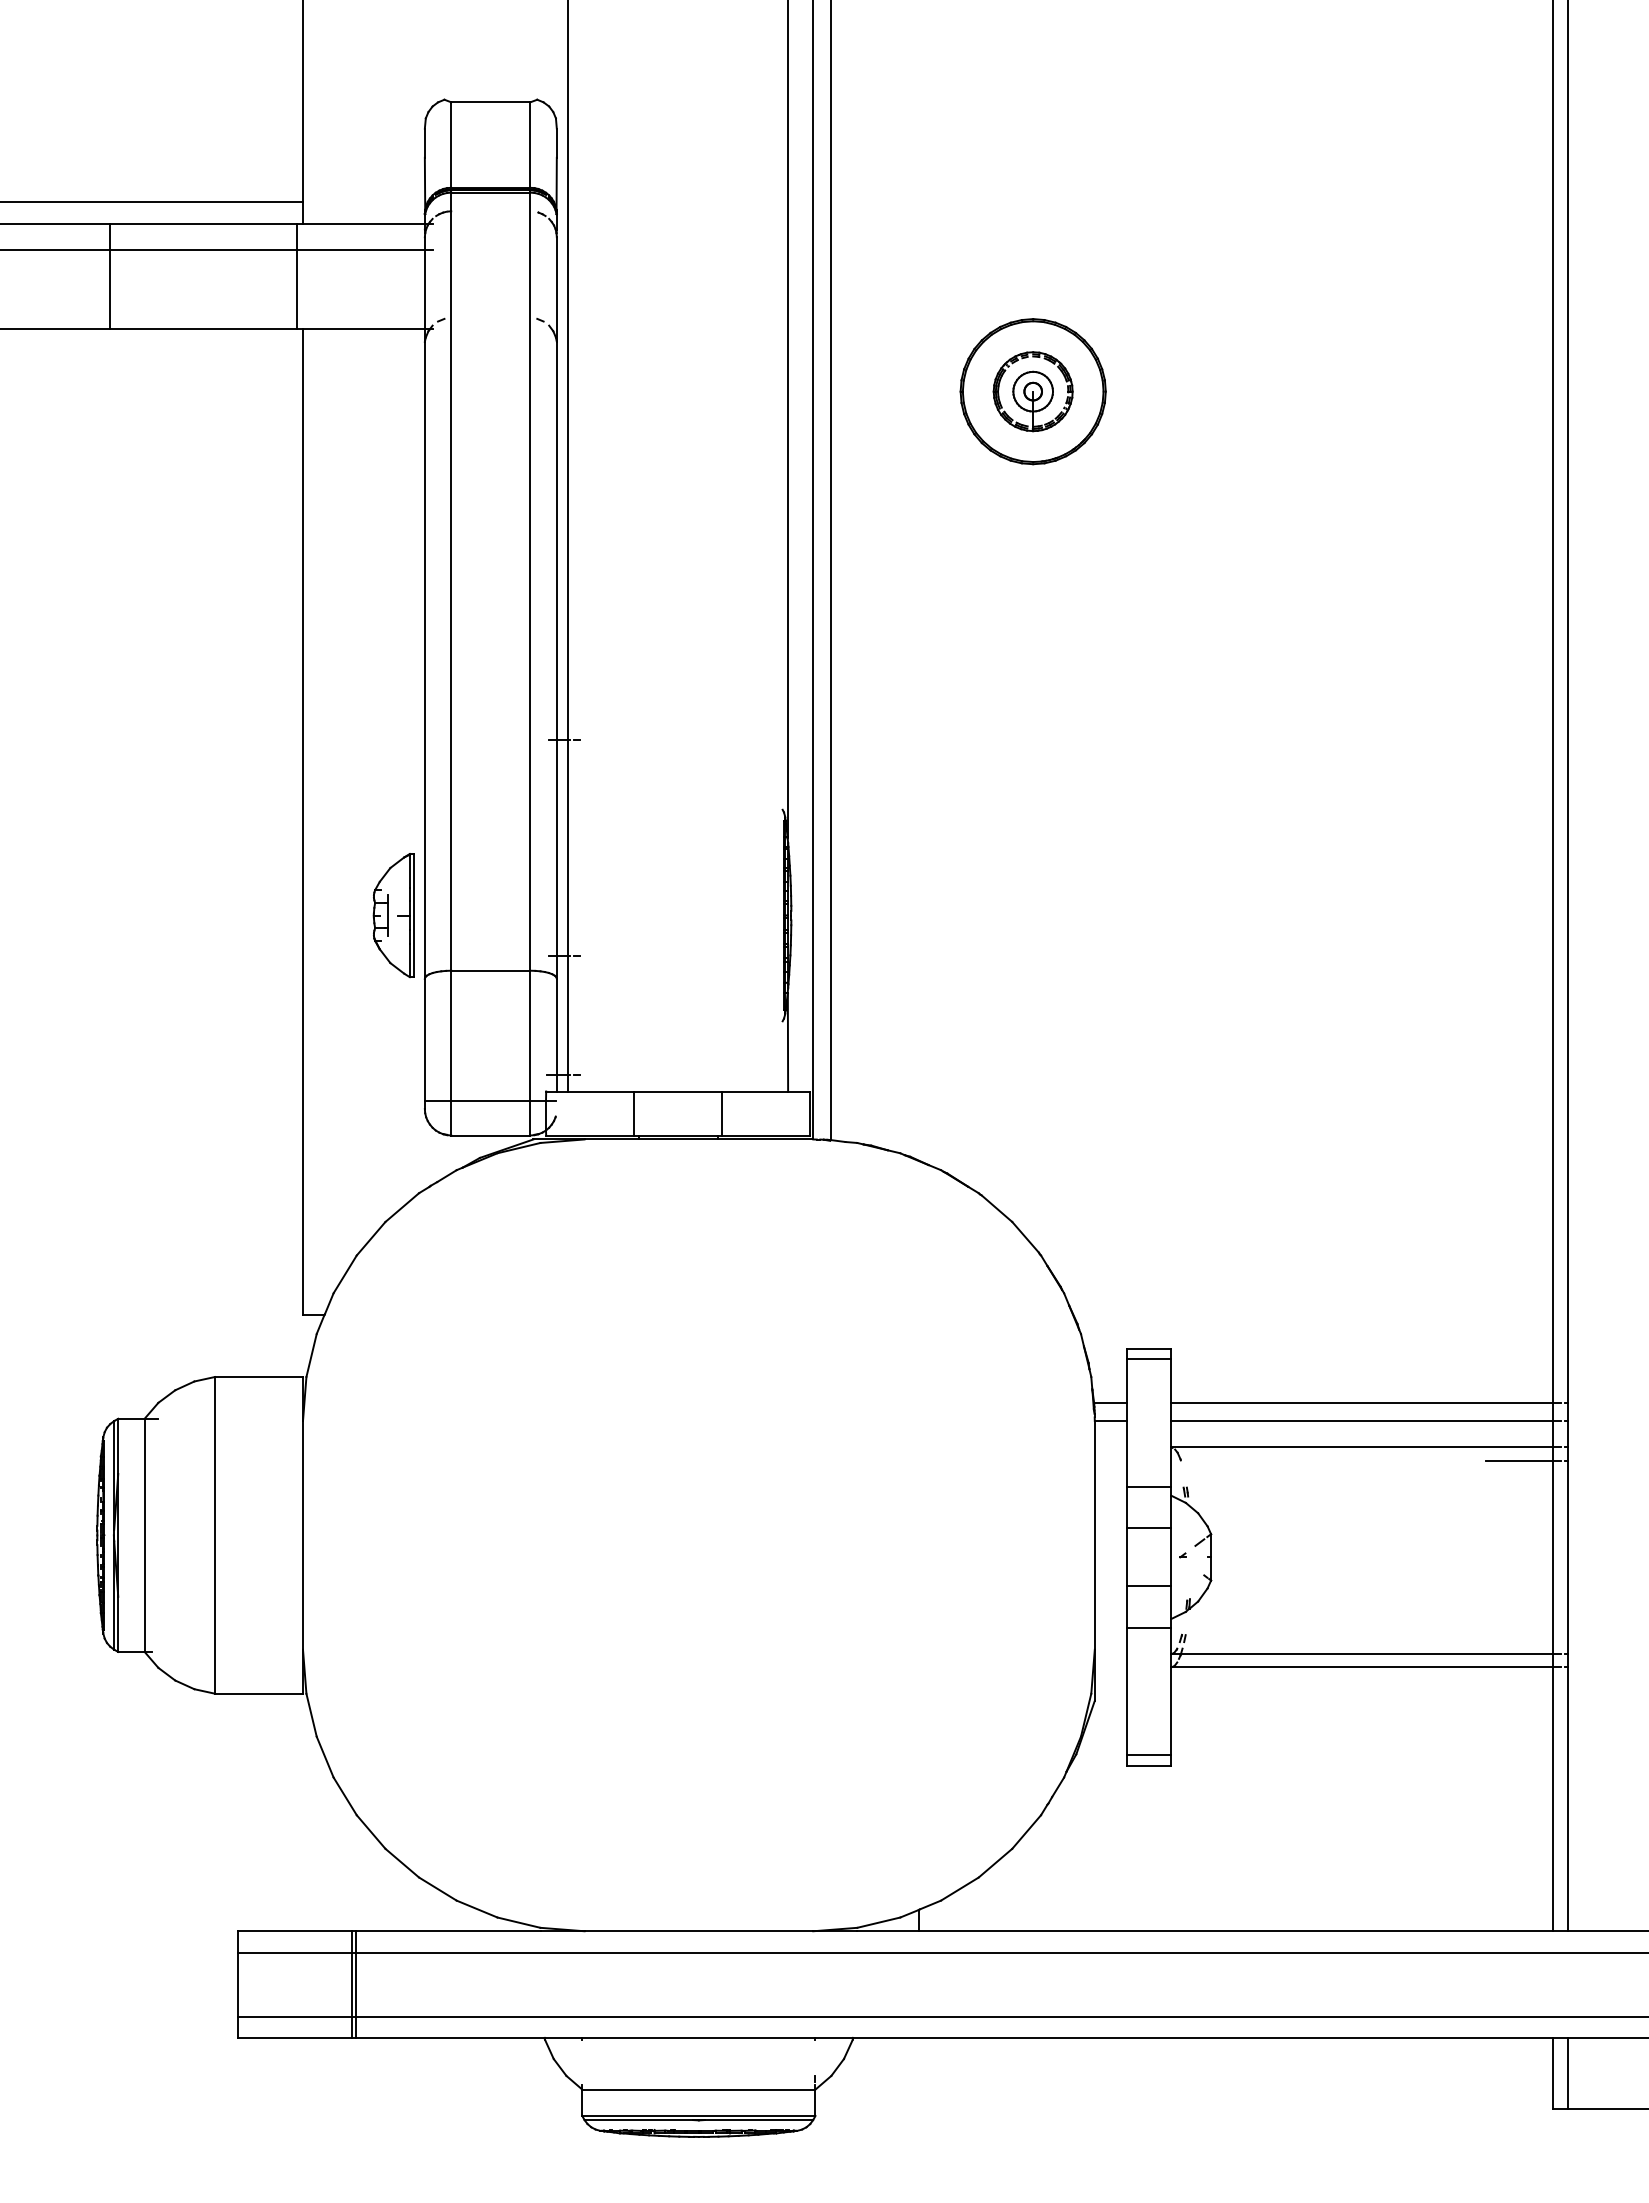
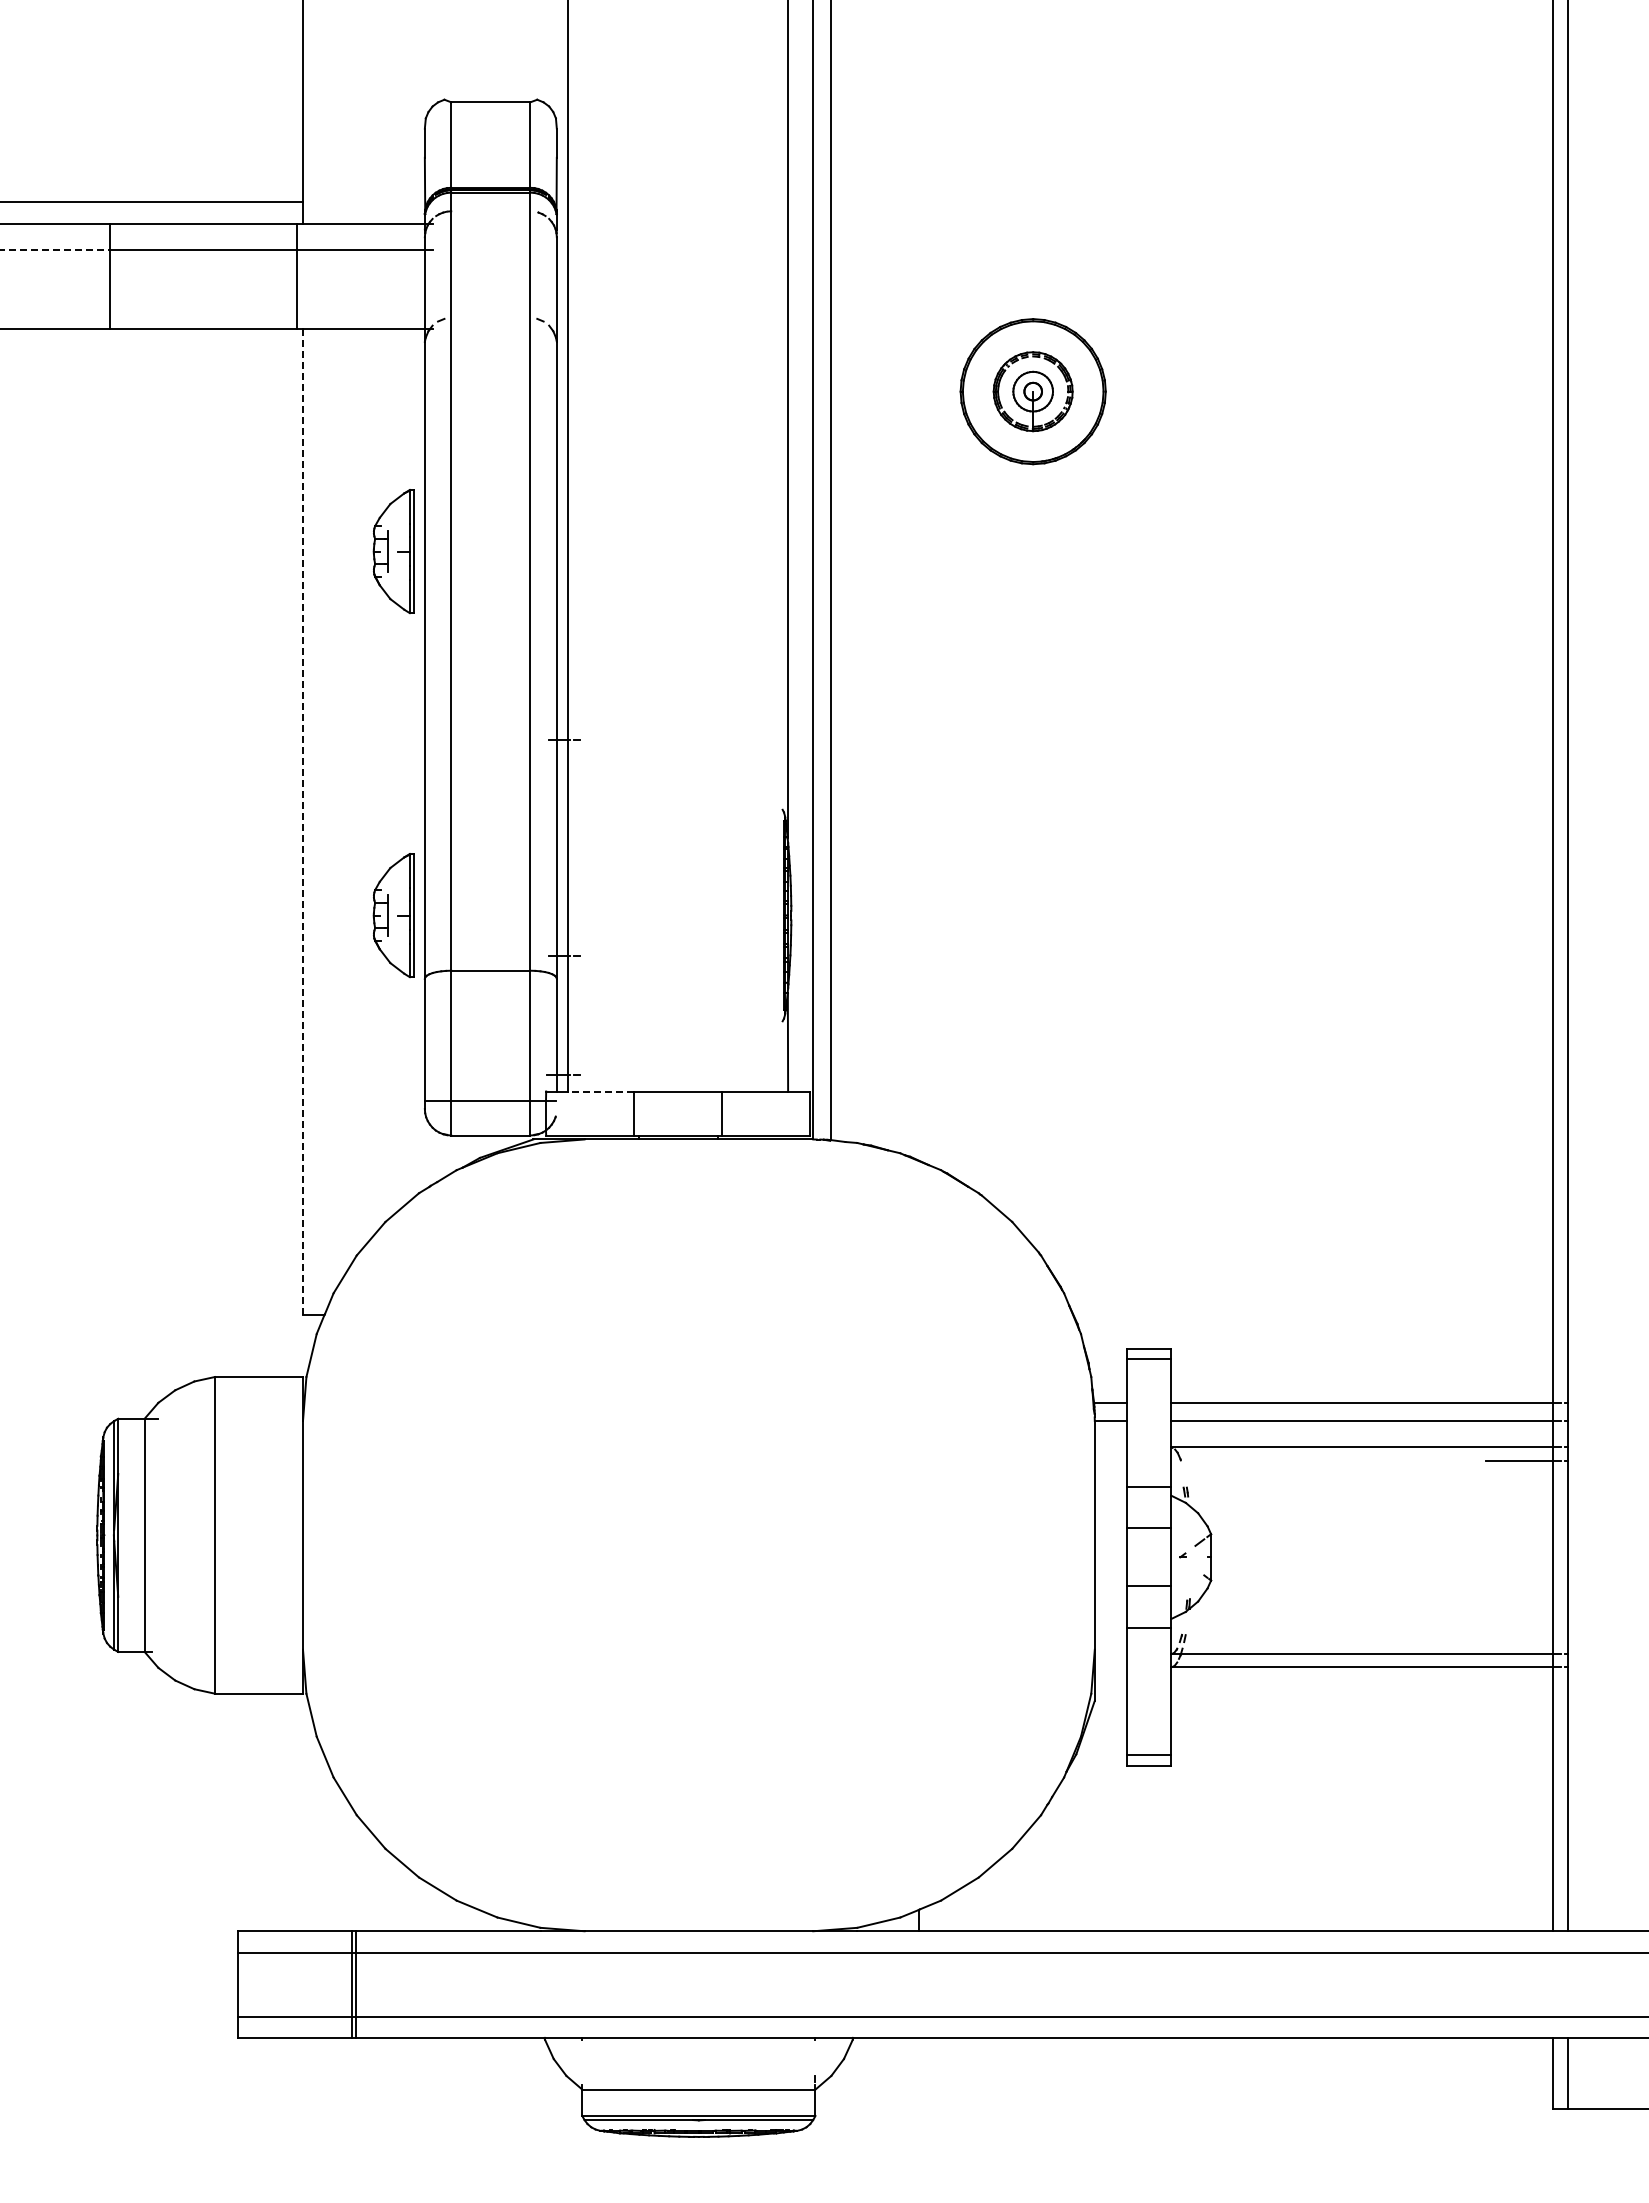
line at (55, 250): solid -> dashed
part at (393, 551): none -> present
line at (303, 822): solid -> dashed
line at (601, 1091): solid -> dashed
